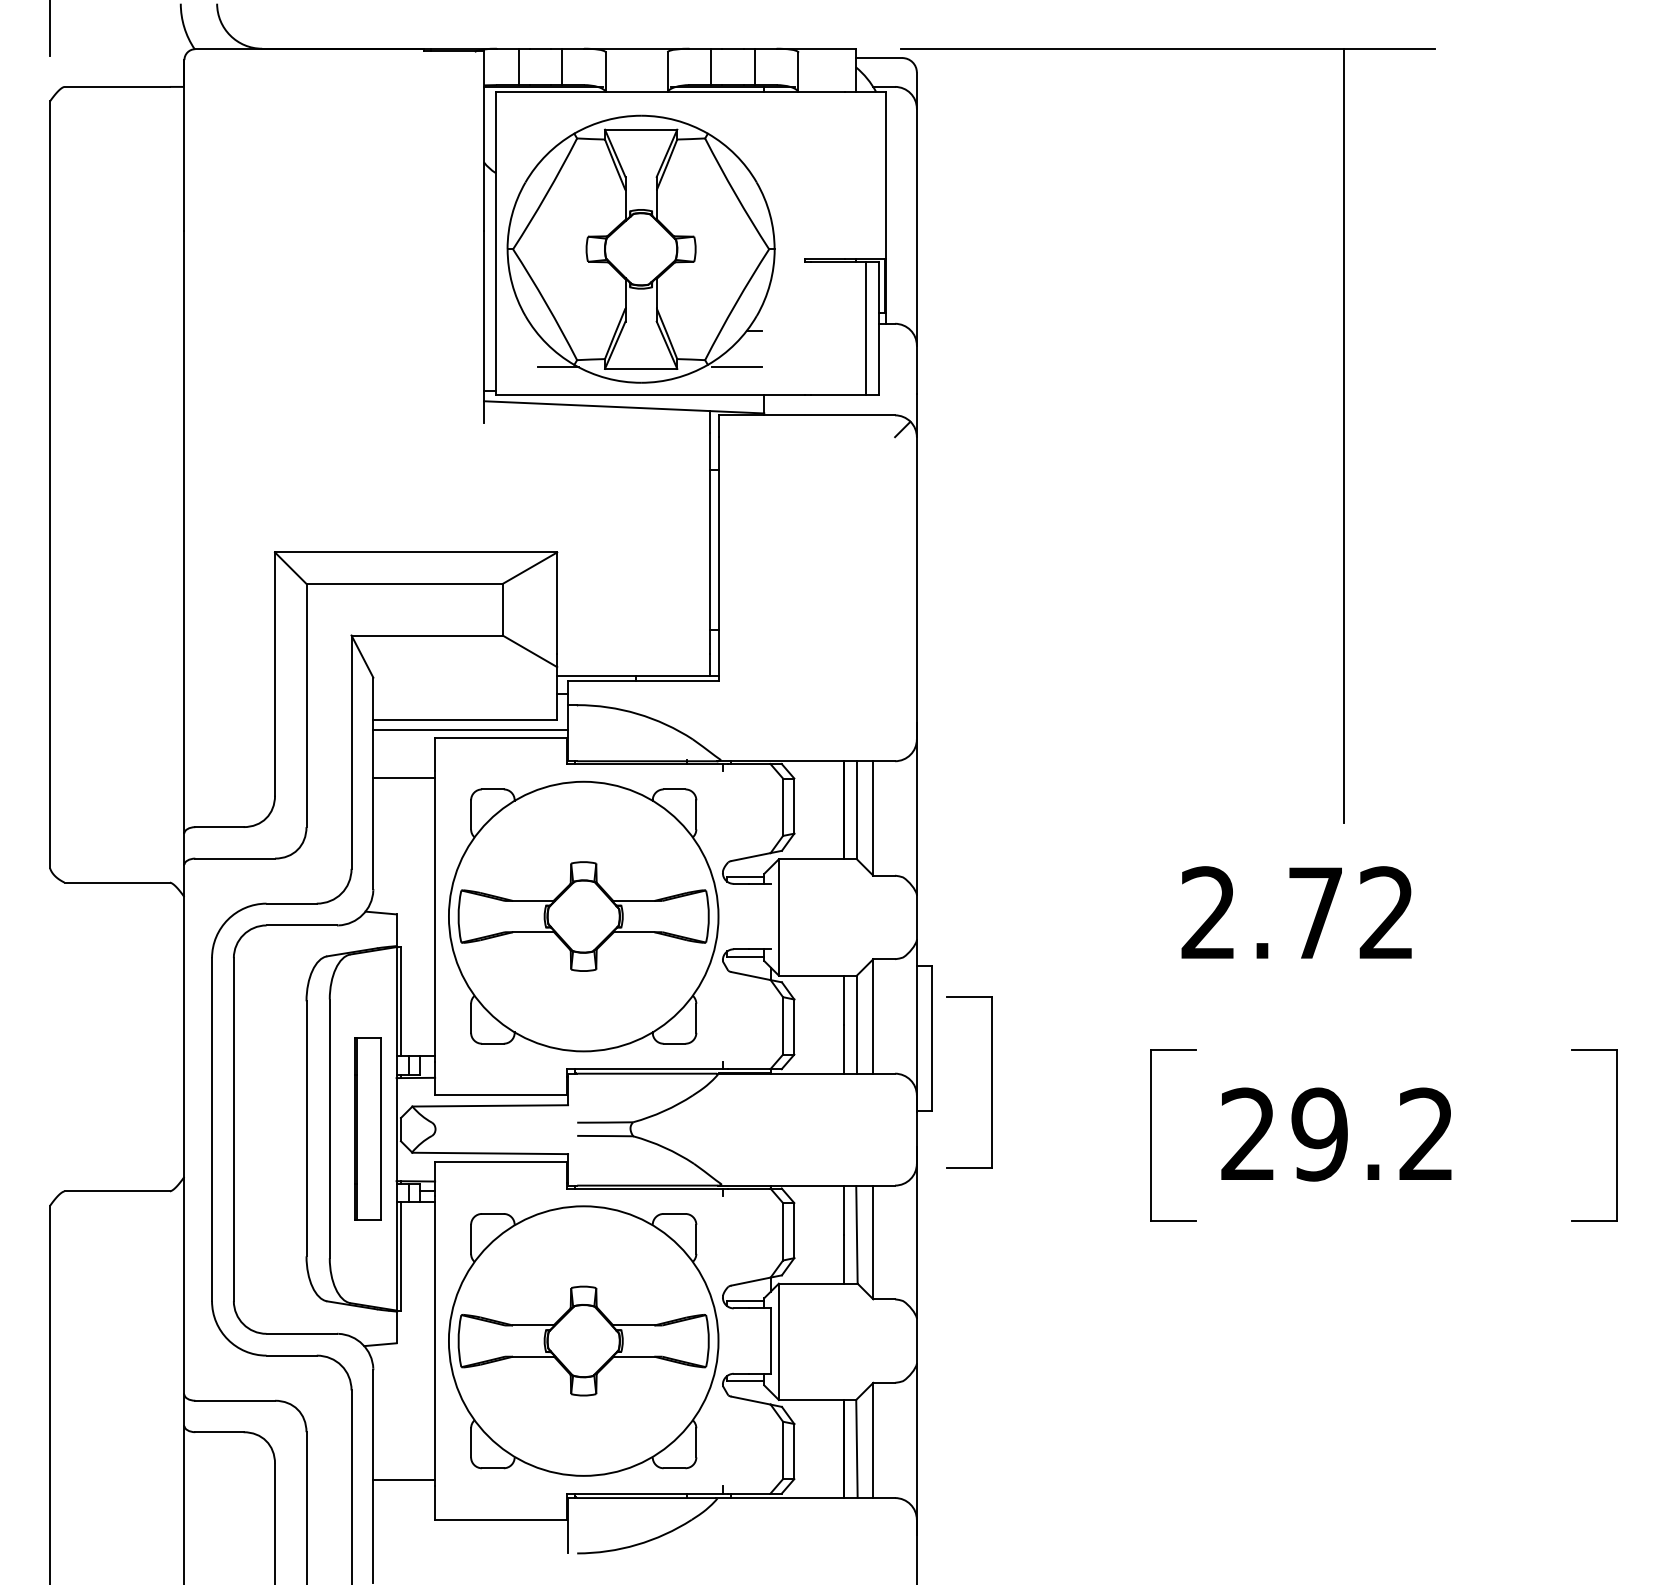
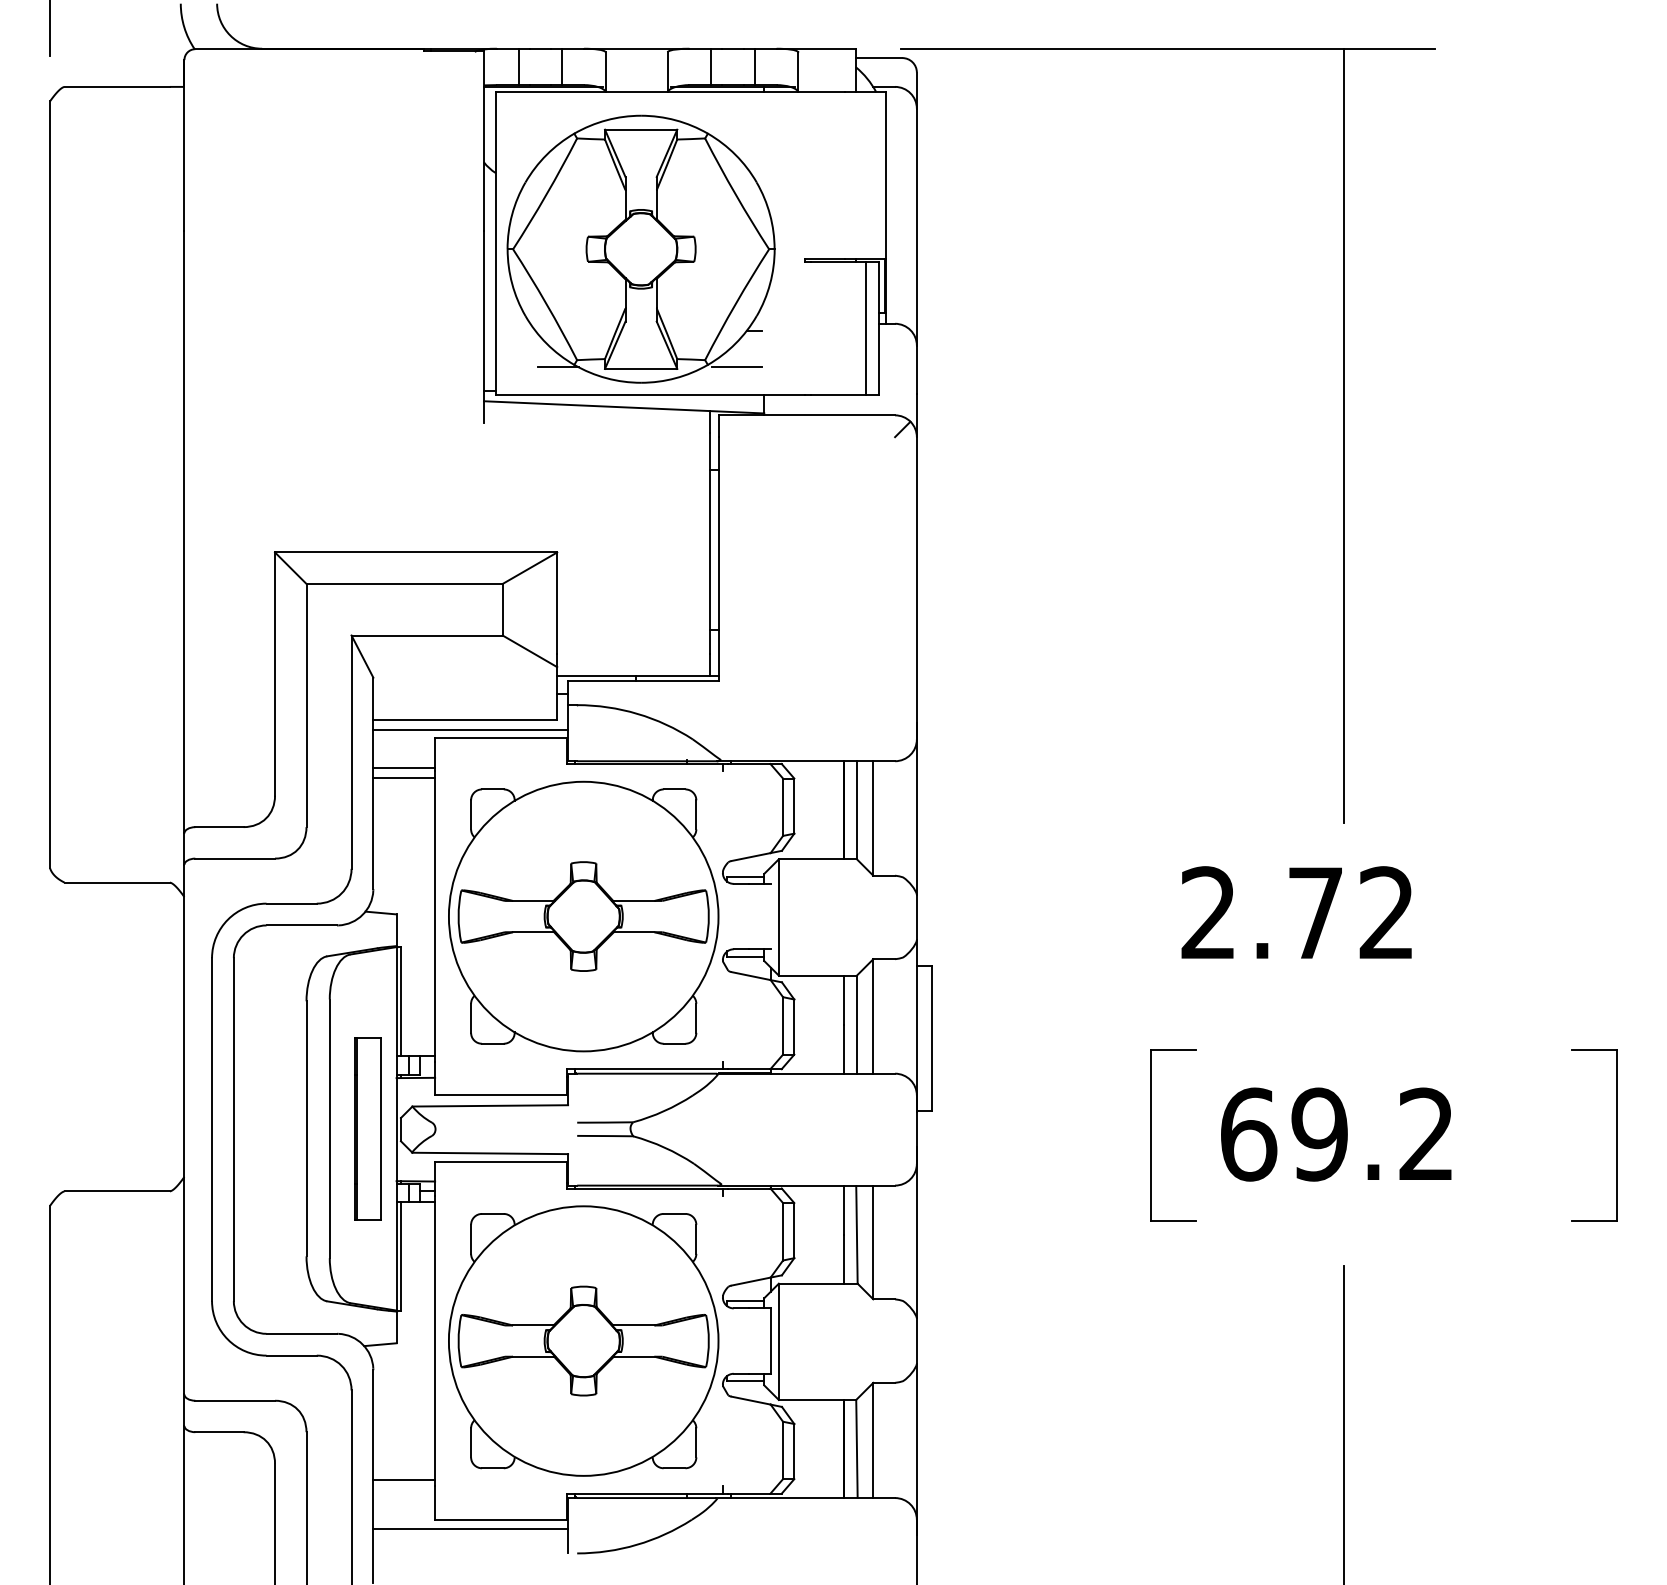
line at (404, 768): none -> present
part at (991, 1082): present -> none
text at (1249, 1134): 29.2 -> 69.2
line at (1344, 1423): none -> present
line at (470, 1529): none -> present
